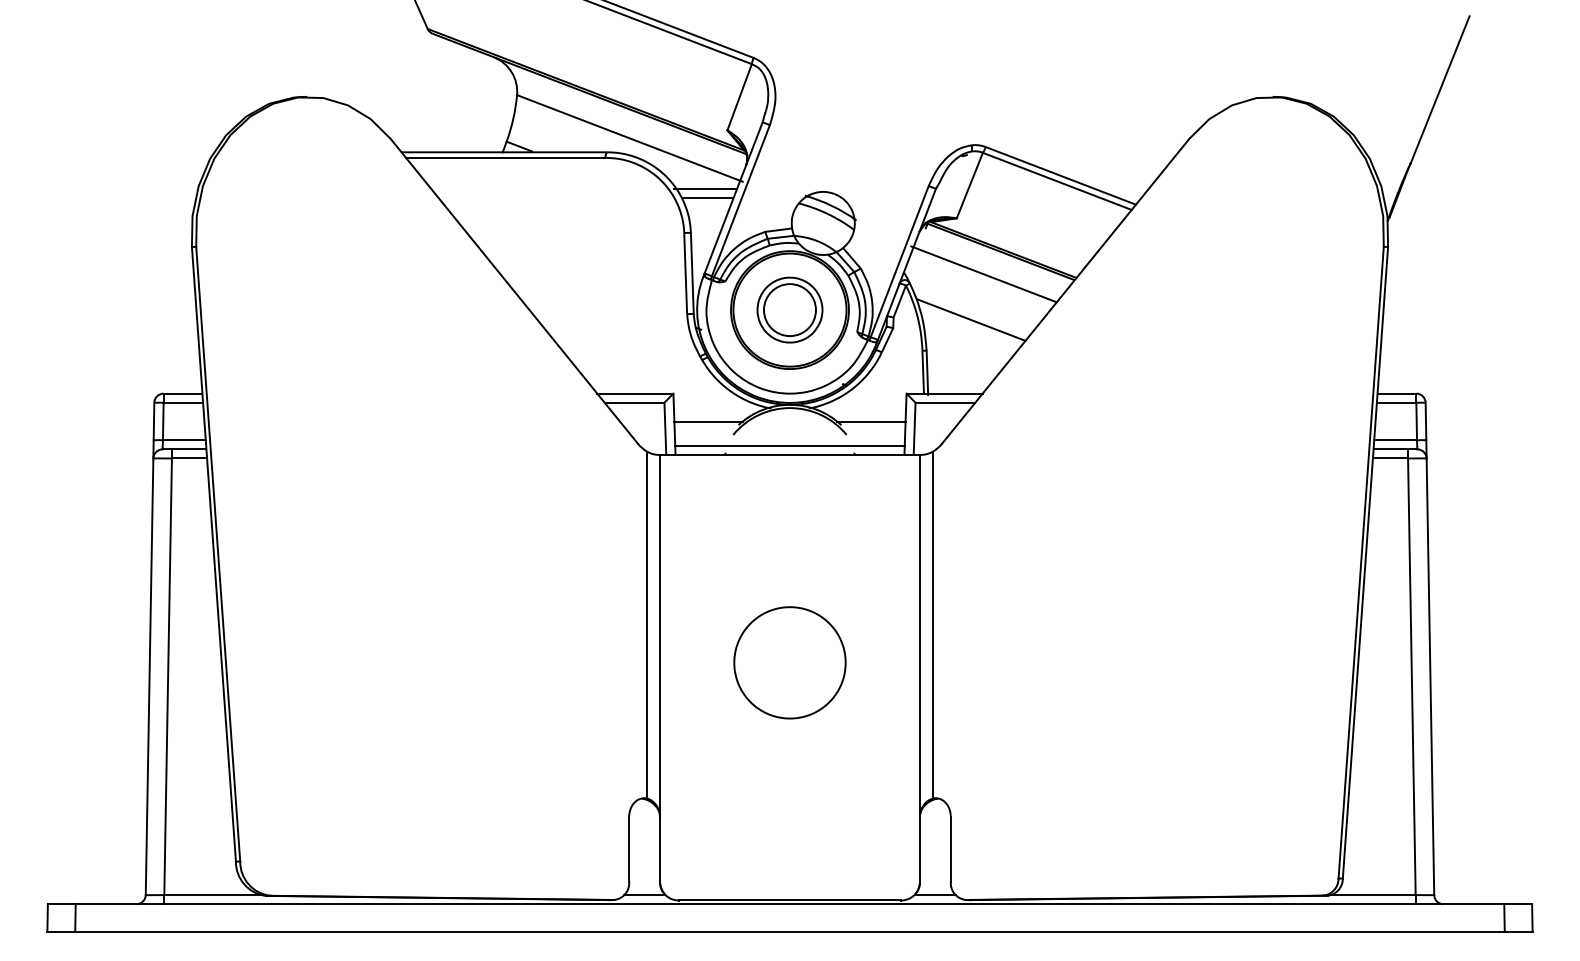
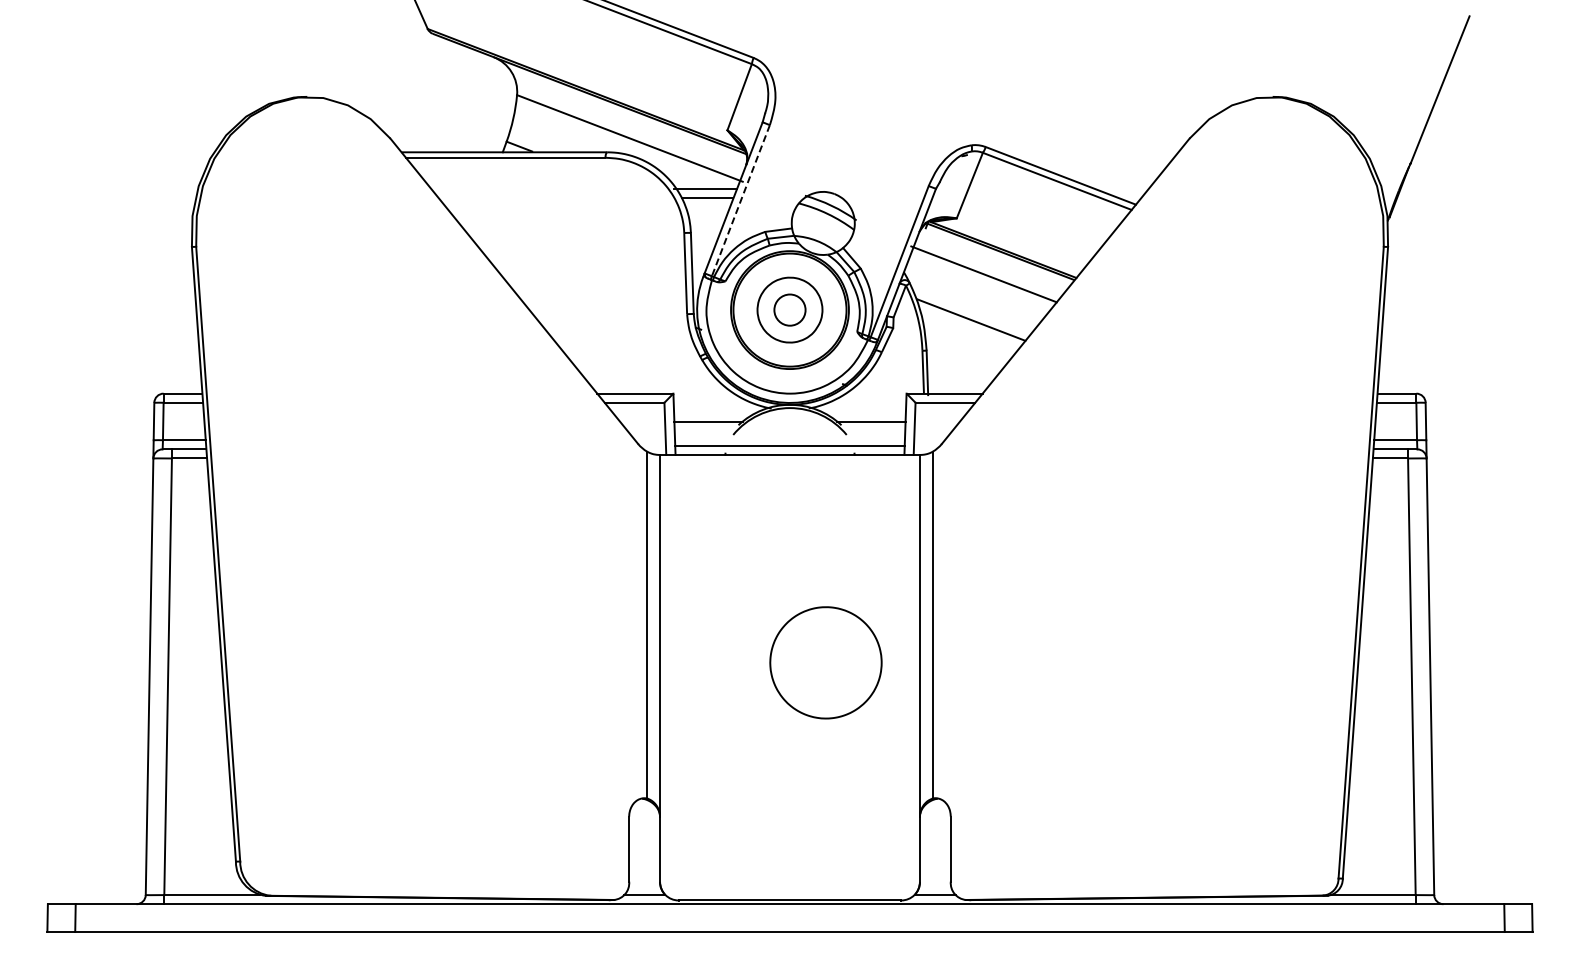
line at (740, 200): solid -> dashed
circle at (789, 310) diameter: 52 px -> 31 px
part at (789, 662) position: (789, 662) -> (825, 662)
